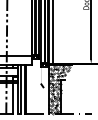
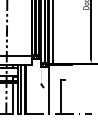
hatch at (58, 88): present -> none
